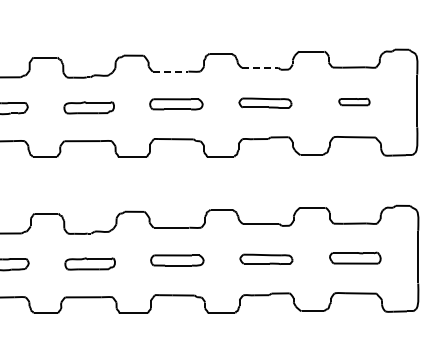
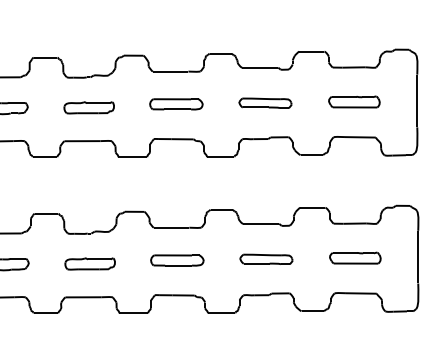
line at (260, 67): dashed -> solid
line at (170, 71): dashed -> solid
part at (354, 101) size: 33x10 px -> 53x14 px
